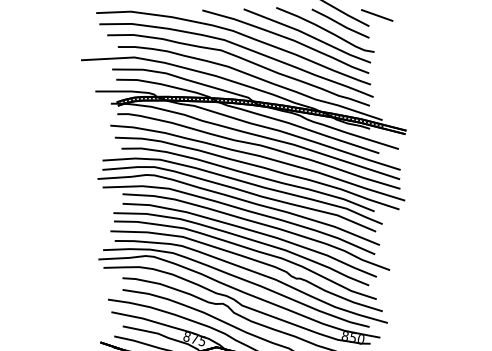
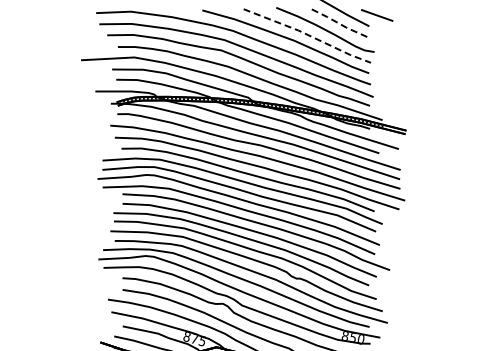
line at (340, 24): solid -> dashed
line at (308, 35): solid -> dashed
